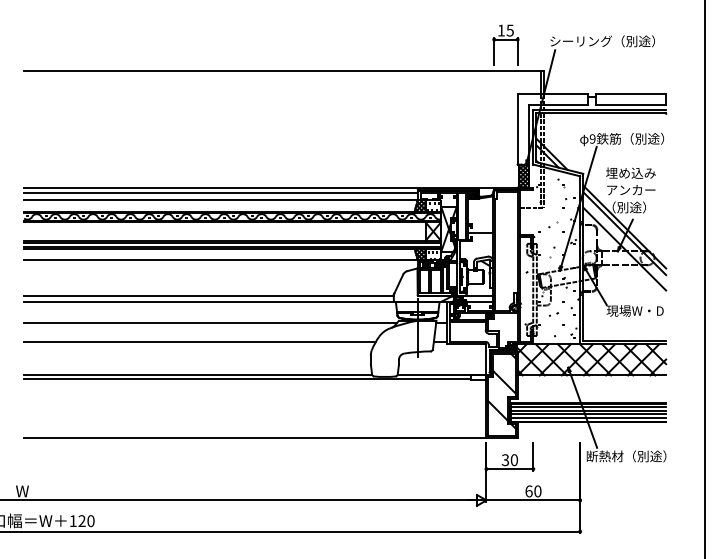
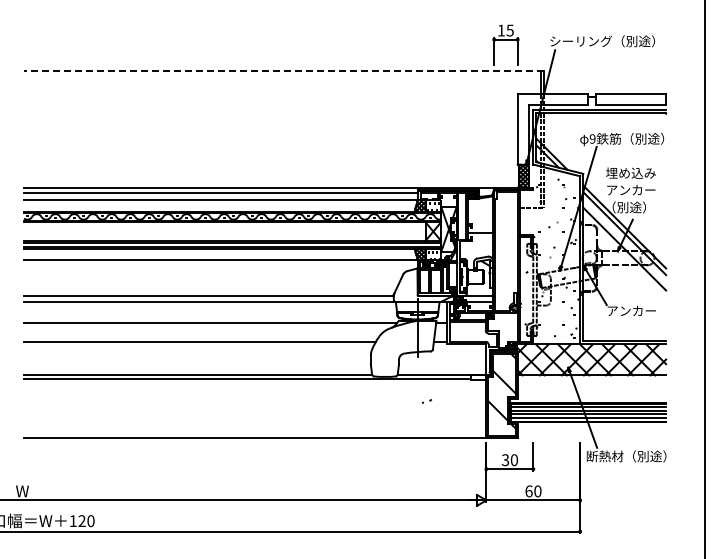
line at (283, 70): solid -> dashed
text at (634, 310): 現場W・D -> アンカー
part at (554, 314) position: (554, 314) -> (427, 401)
